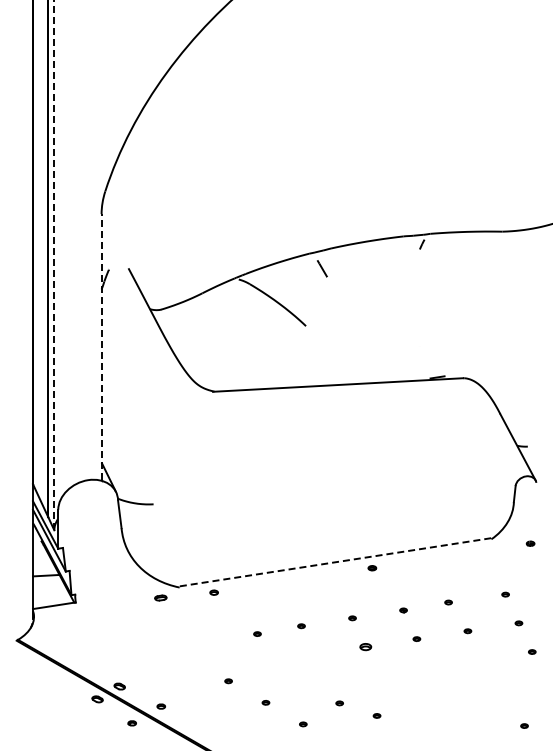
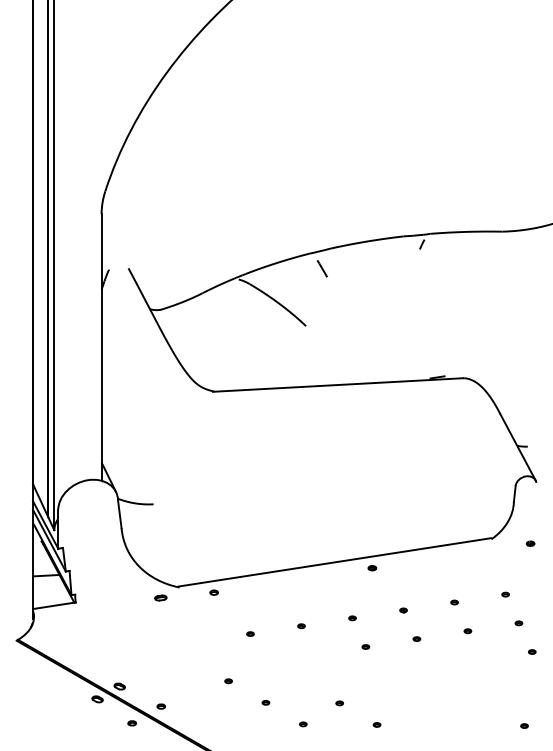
line at (54, 265): dashed -> solid
line at (101, 347): dashed -> solid
line at (334, 562): dashed -> solid
part at (448, 602) position: (448, 602) -> (454, 602)
part at (257, 633) position: (257, 633) -> (250, 633)
part at (365, 647) size: 14x9 px -> 10x6 px
part at (376, 715) position: (376, 715) -> (376, 724)
